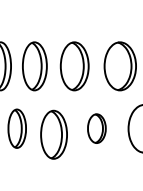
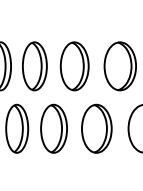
part at (16, 128) size: 20x41 px -> 25x51 px
part at (96, 128) size: 20x31 px -> 32x51 px
part at (53, 134) position: (53, 134) -> (53, 128)
